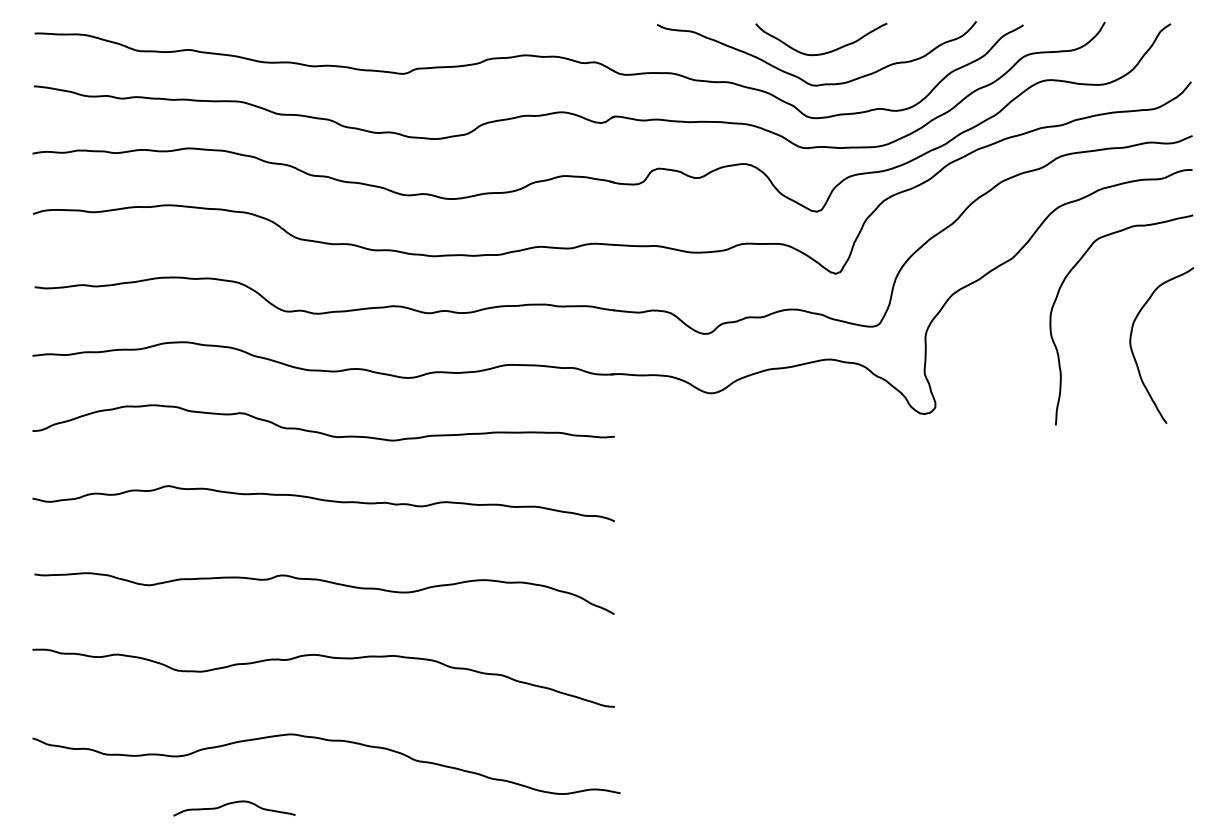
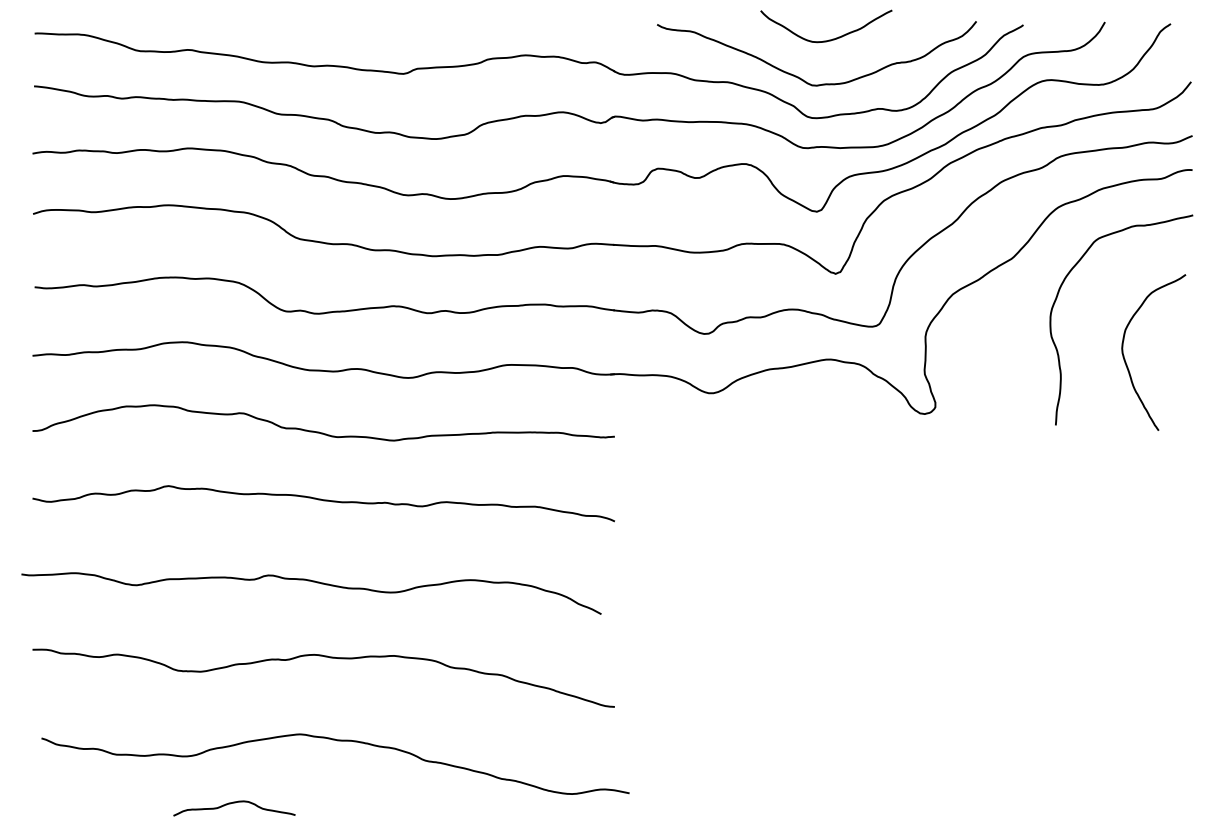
curve at (824, 52) position: (824, 52) -> (829, 39)
curve at (1135, 357) position: (1135, 357) -> (1127, 364)
curve at (325, 582) position: (325, 582) -> (312, 582)
curve at (328, 741) position: (328, 741) -> (337, 741)
